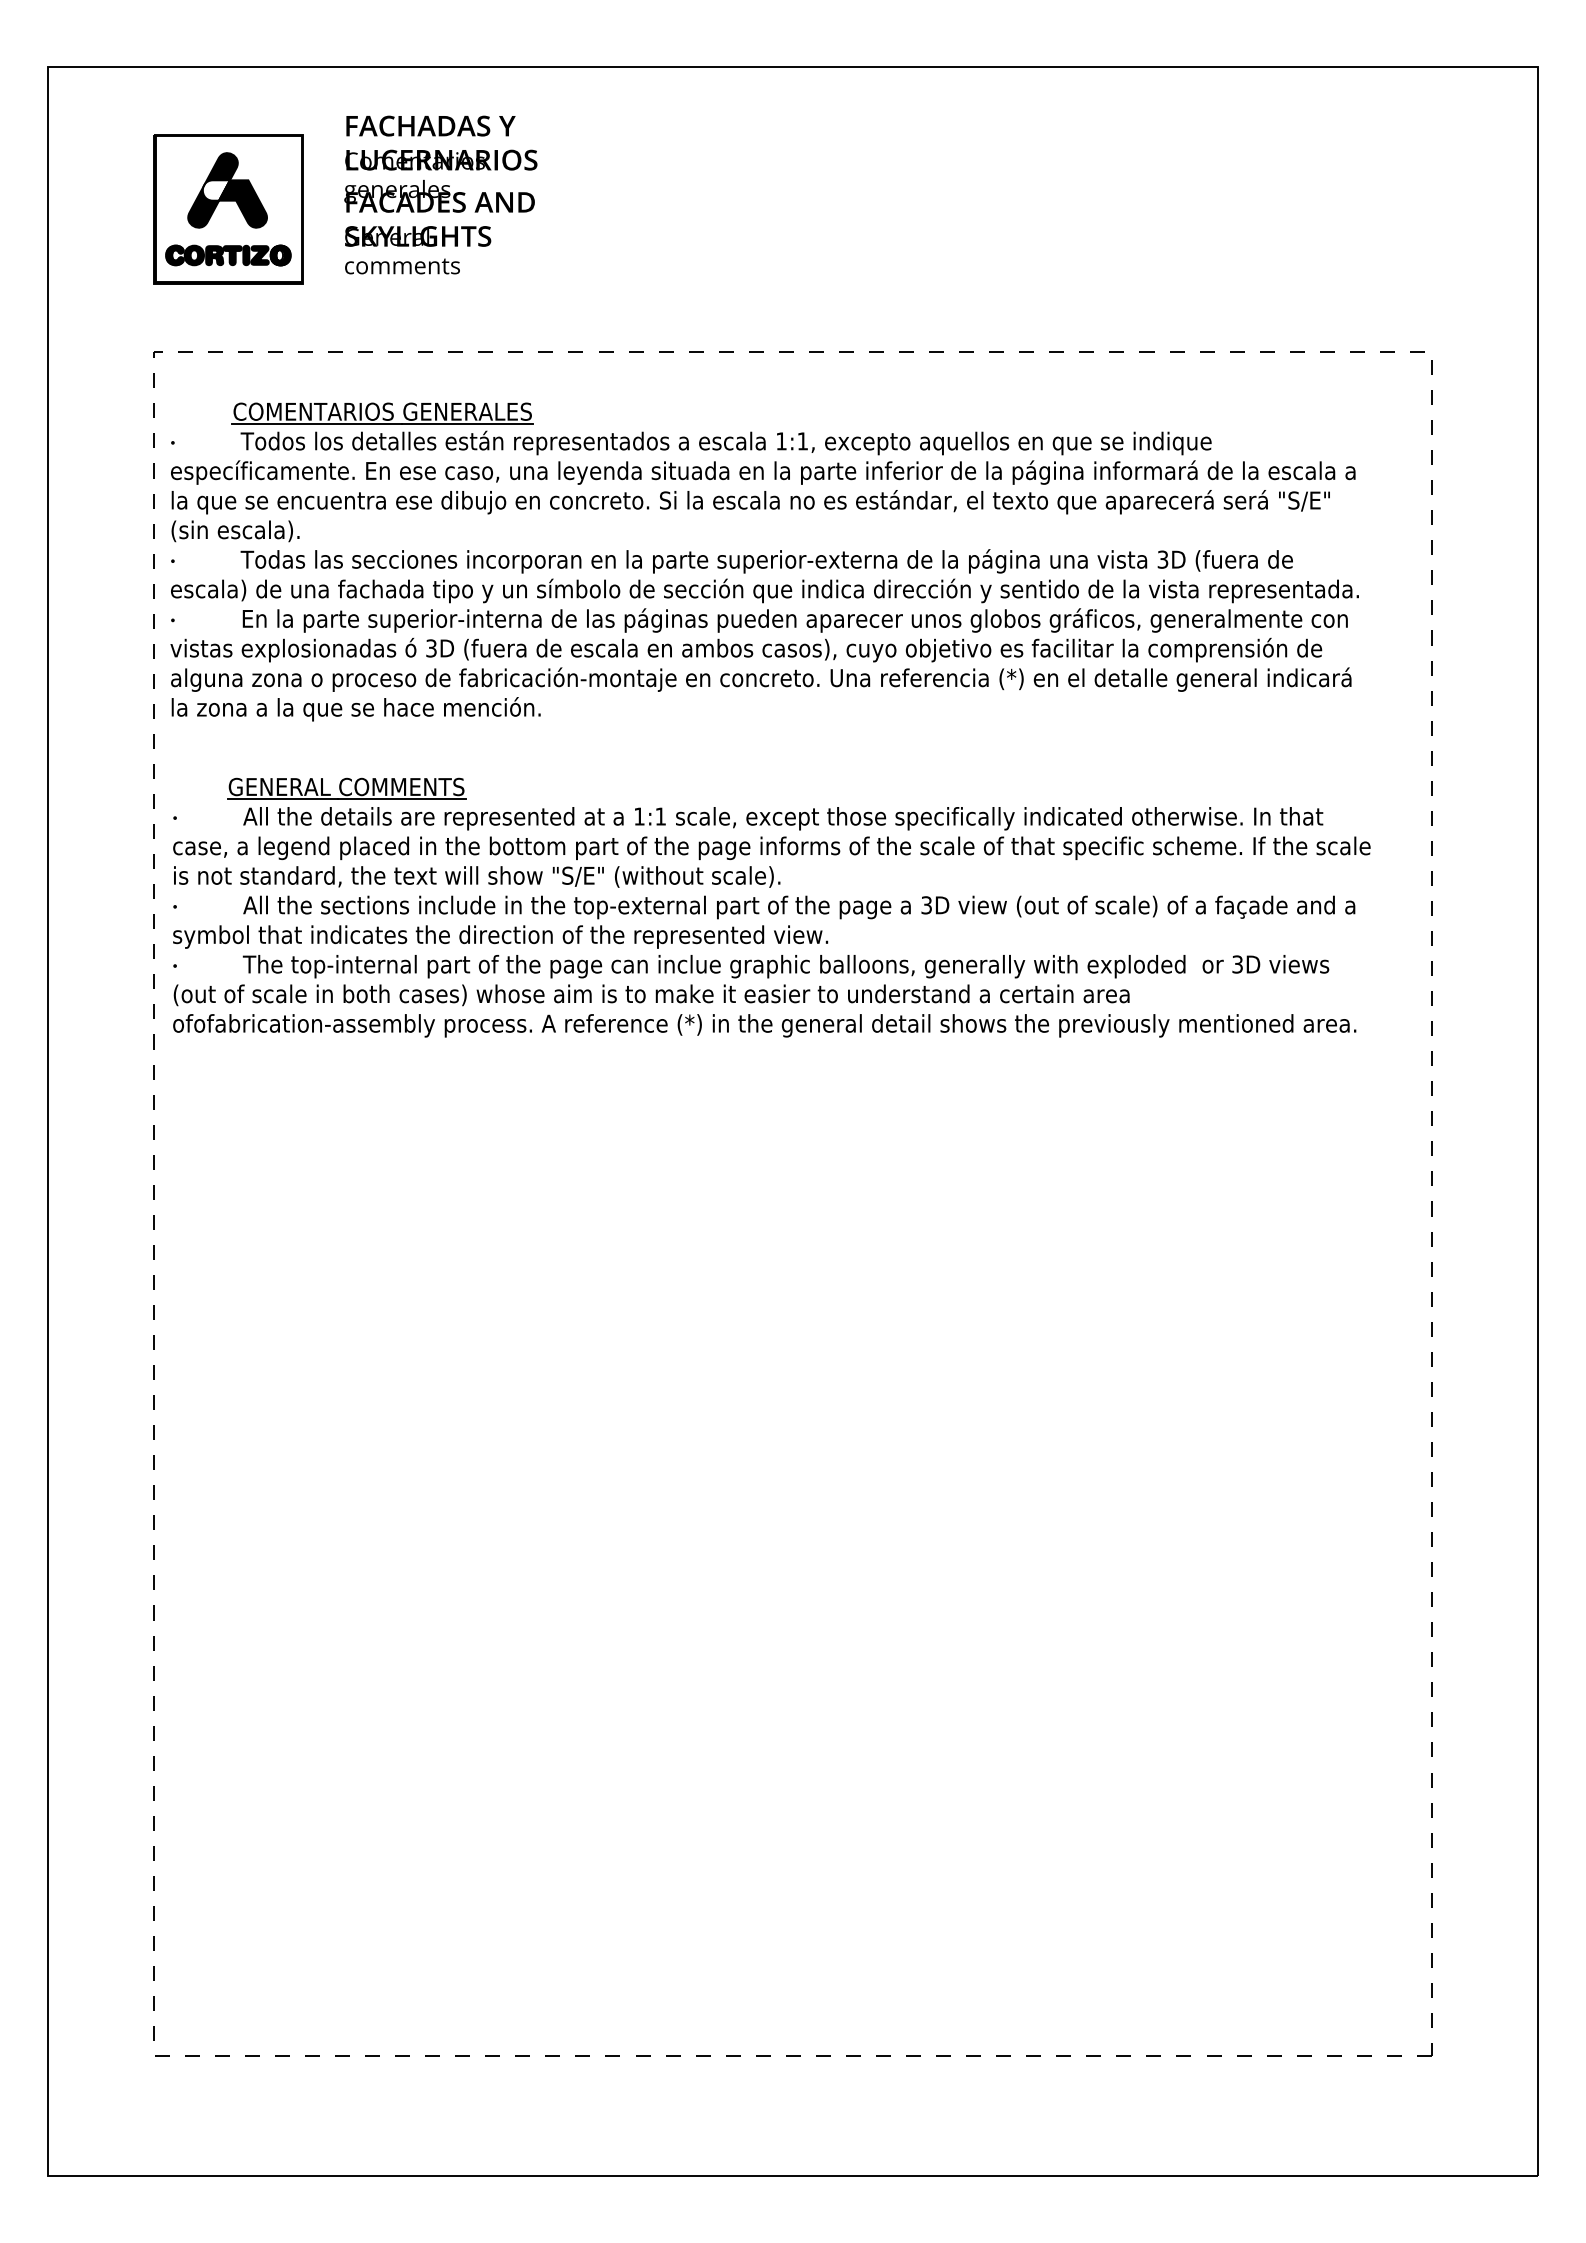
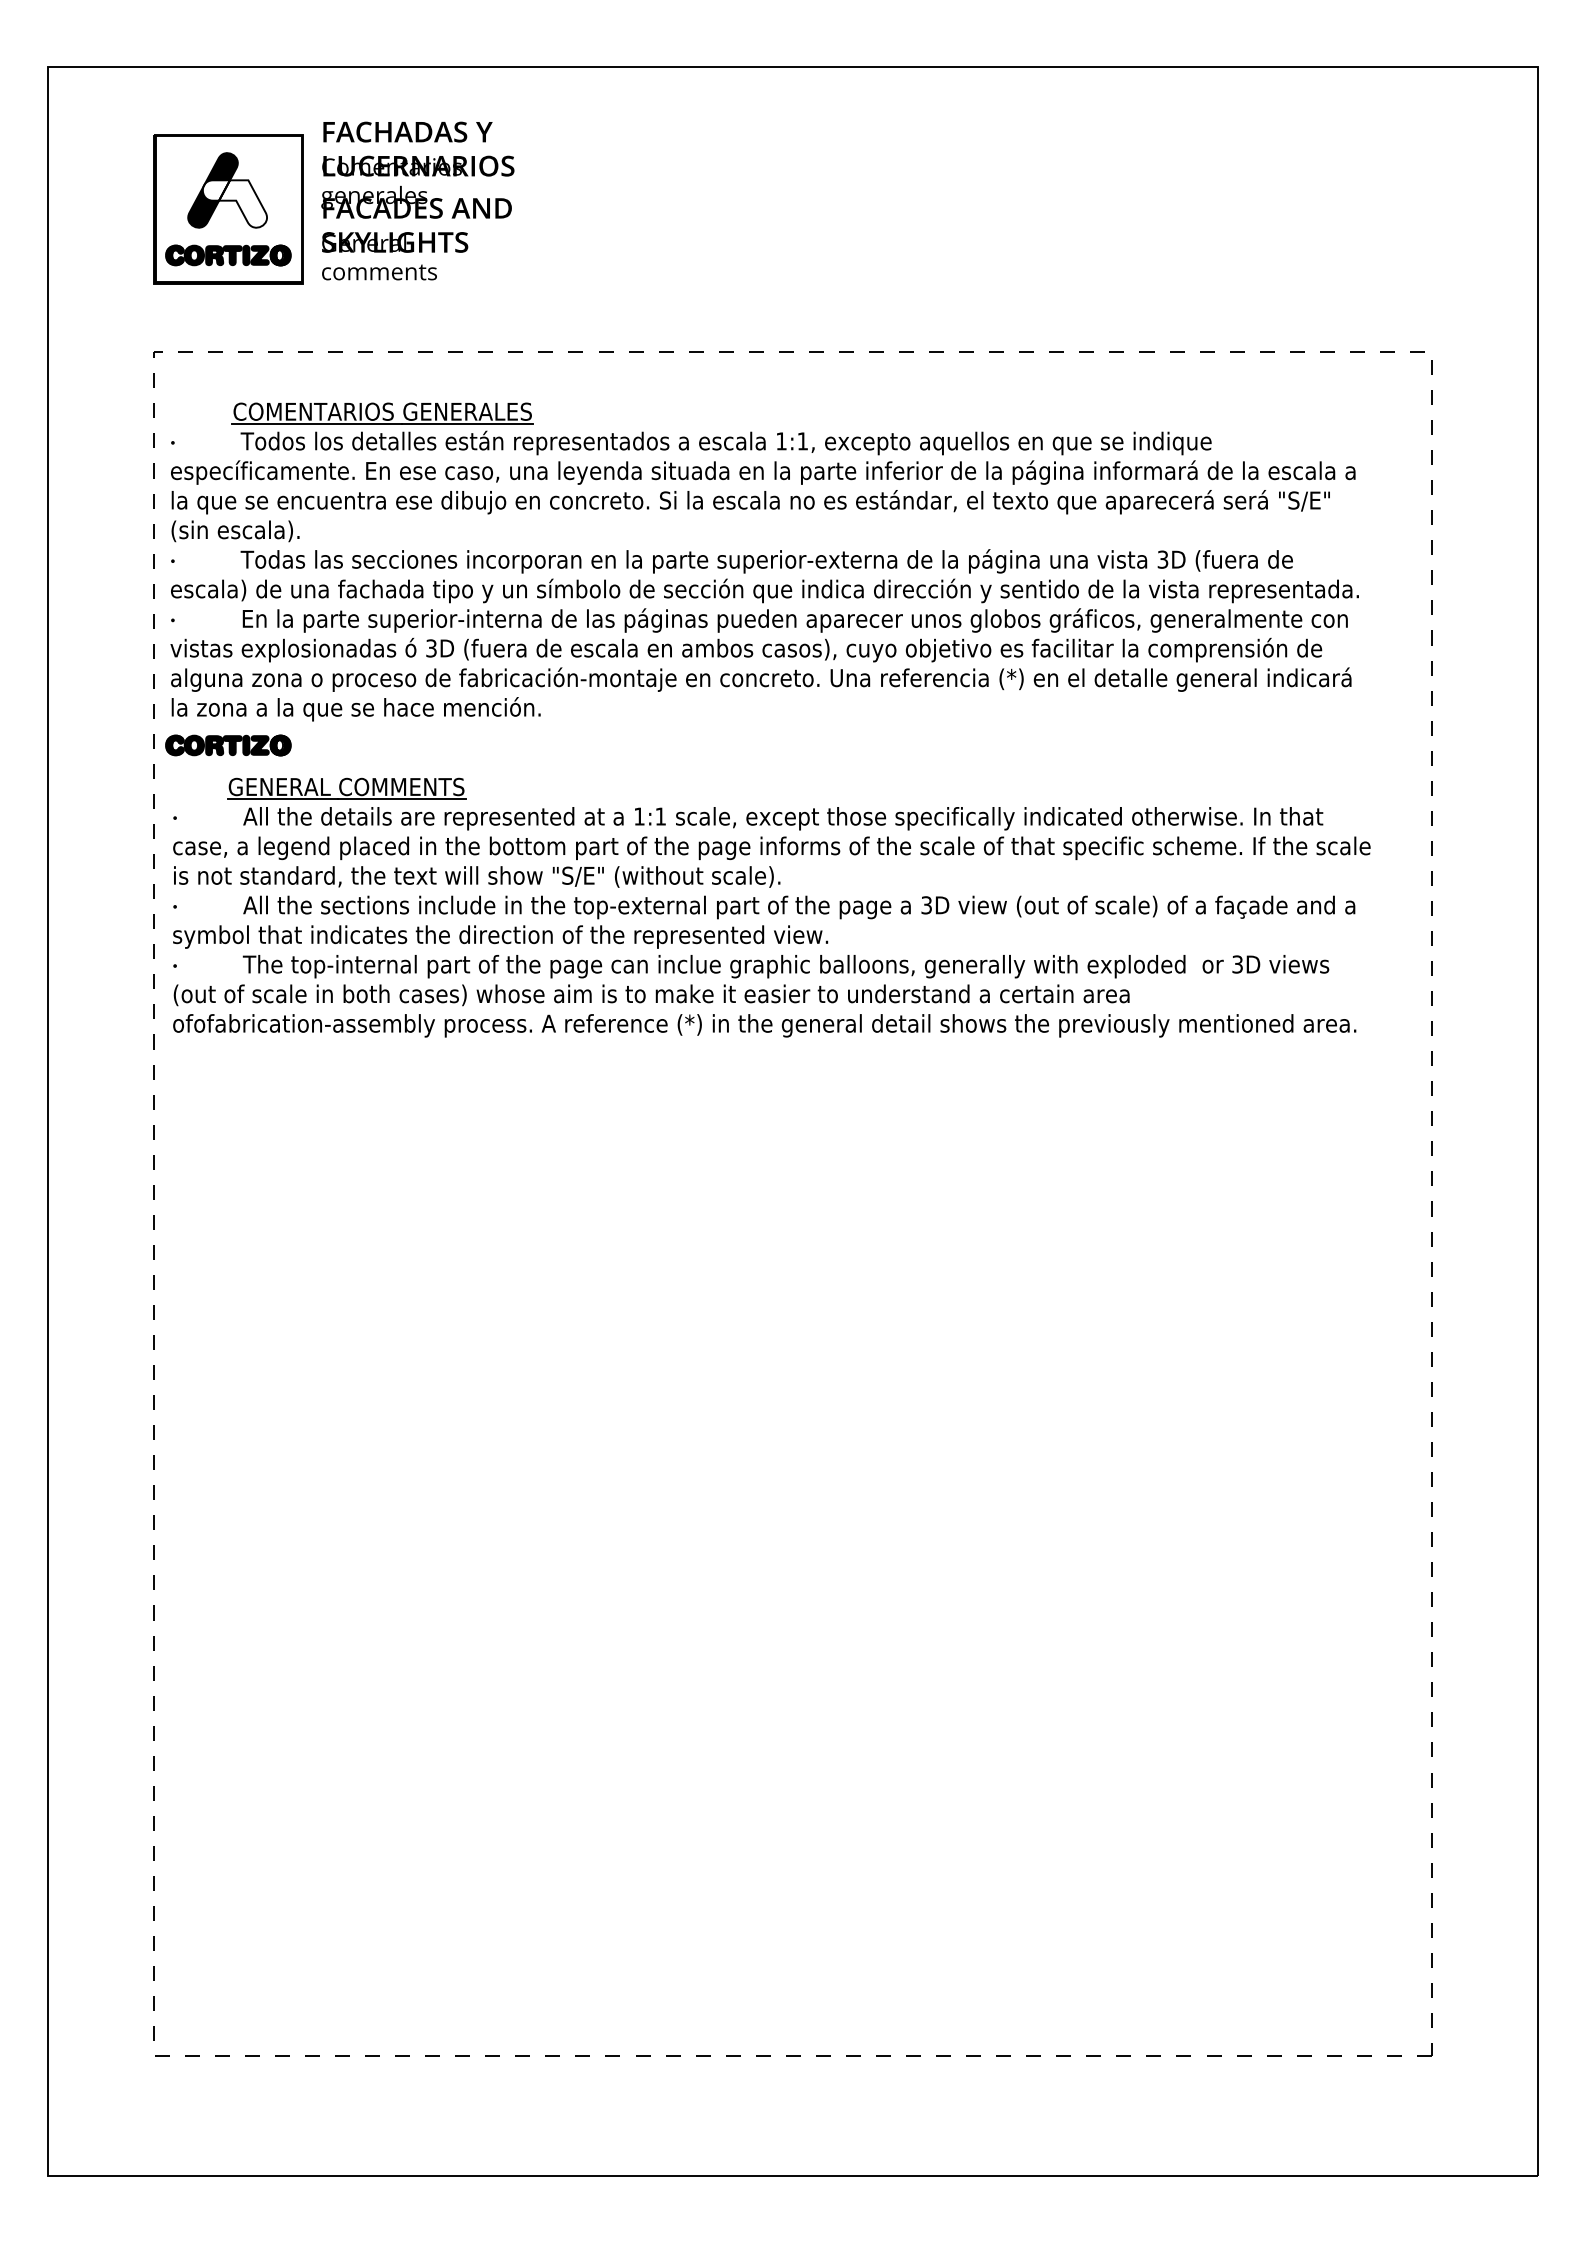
text at (440, 194) position: (440, 194) -> (417, 200)
fill at (243, 203): present -> none
part at (228, 745): none -> present
